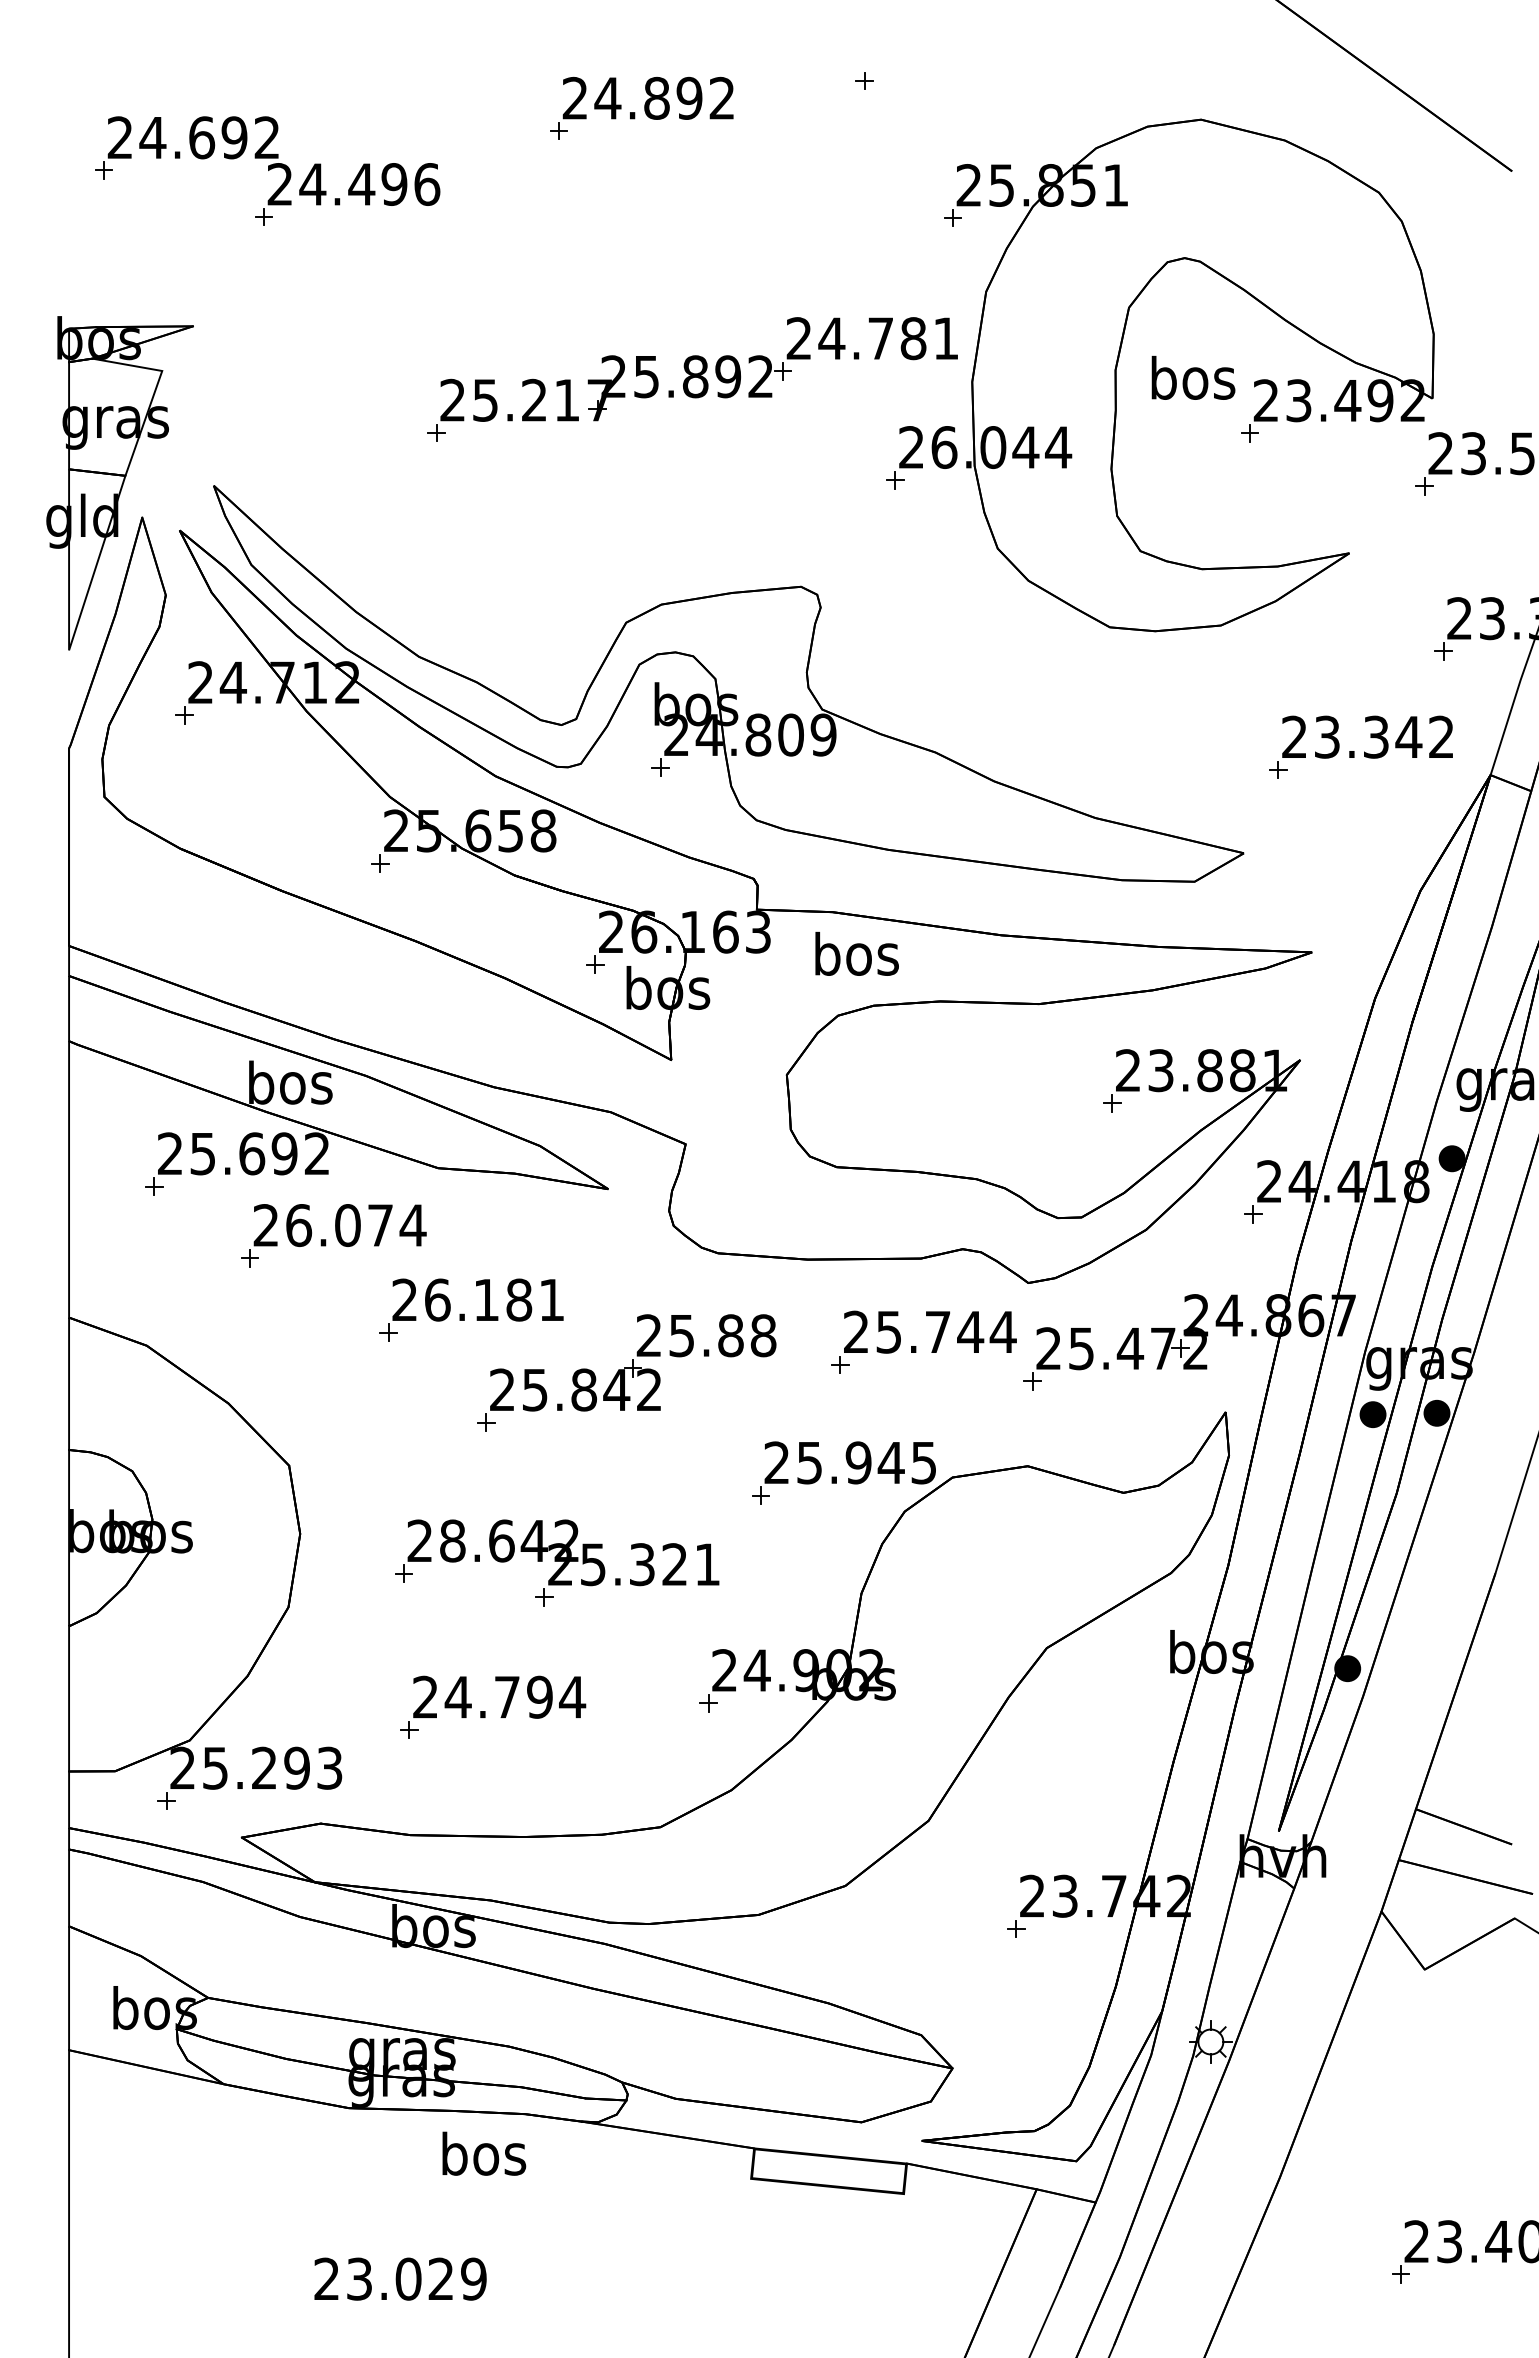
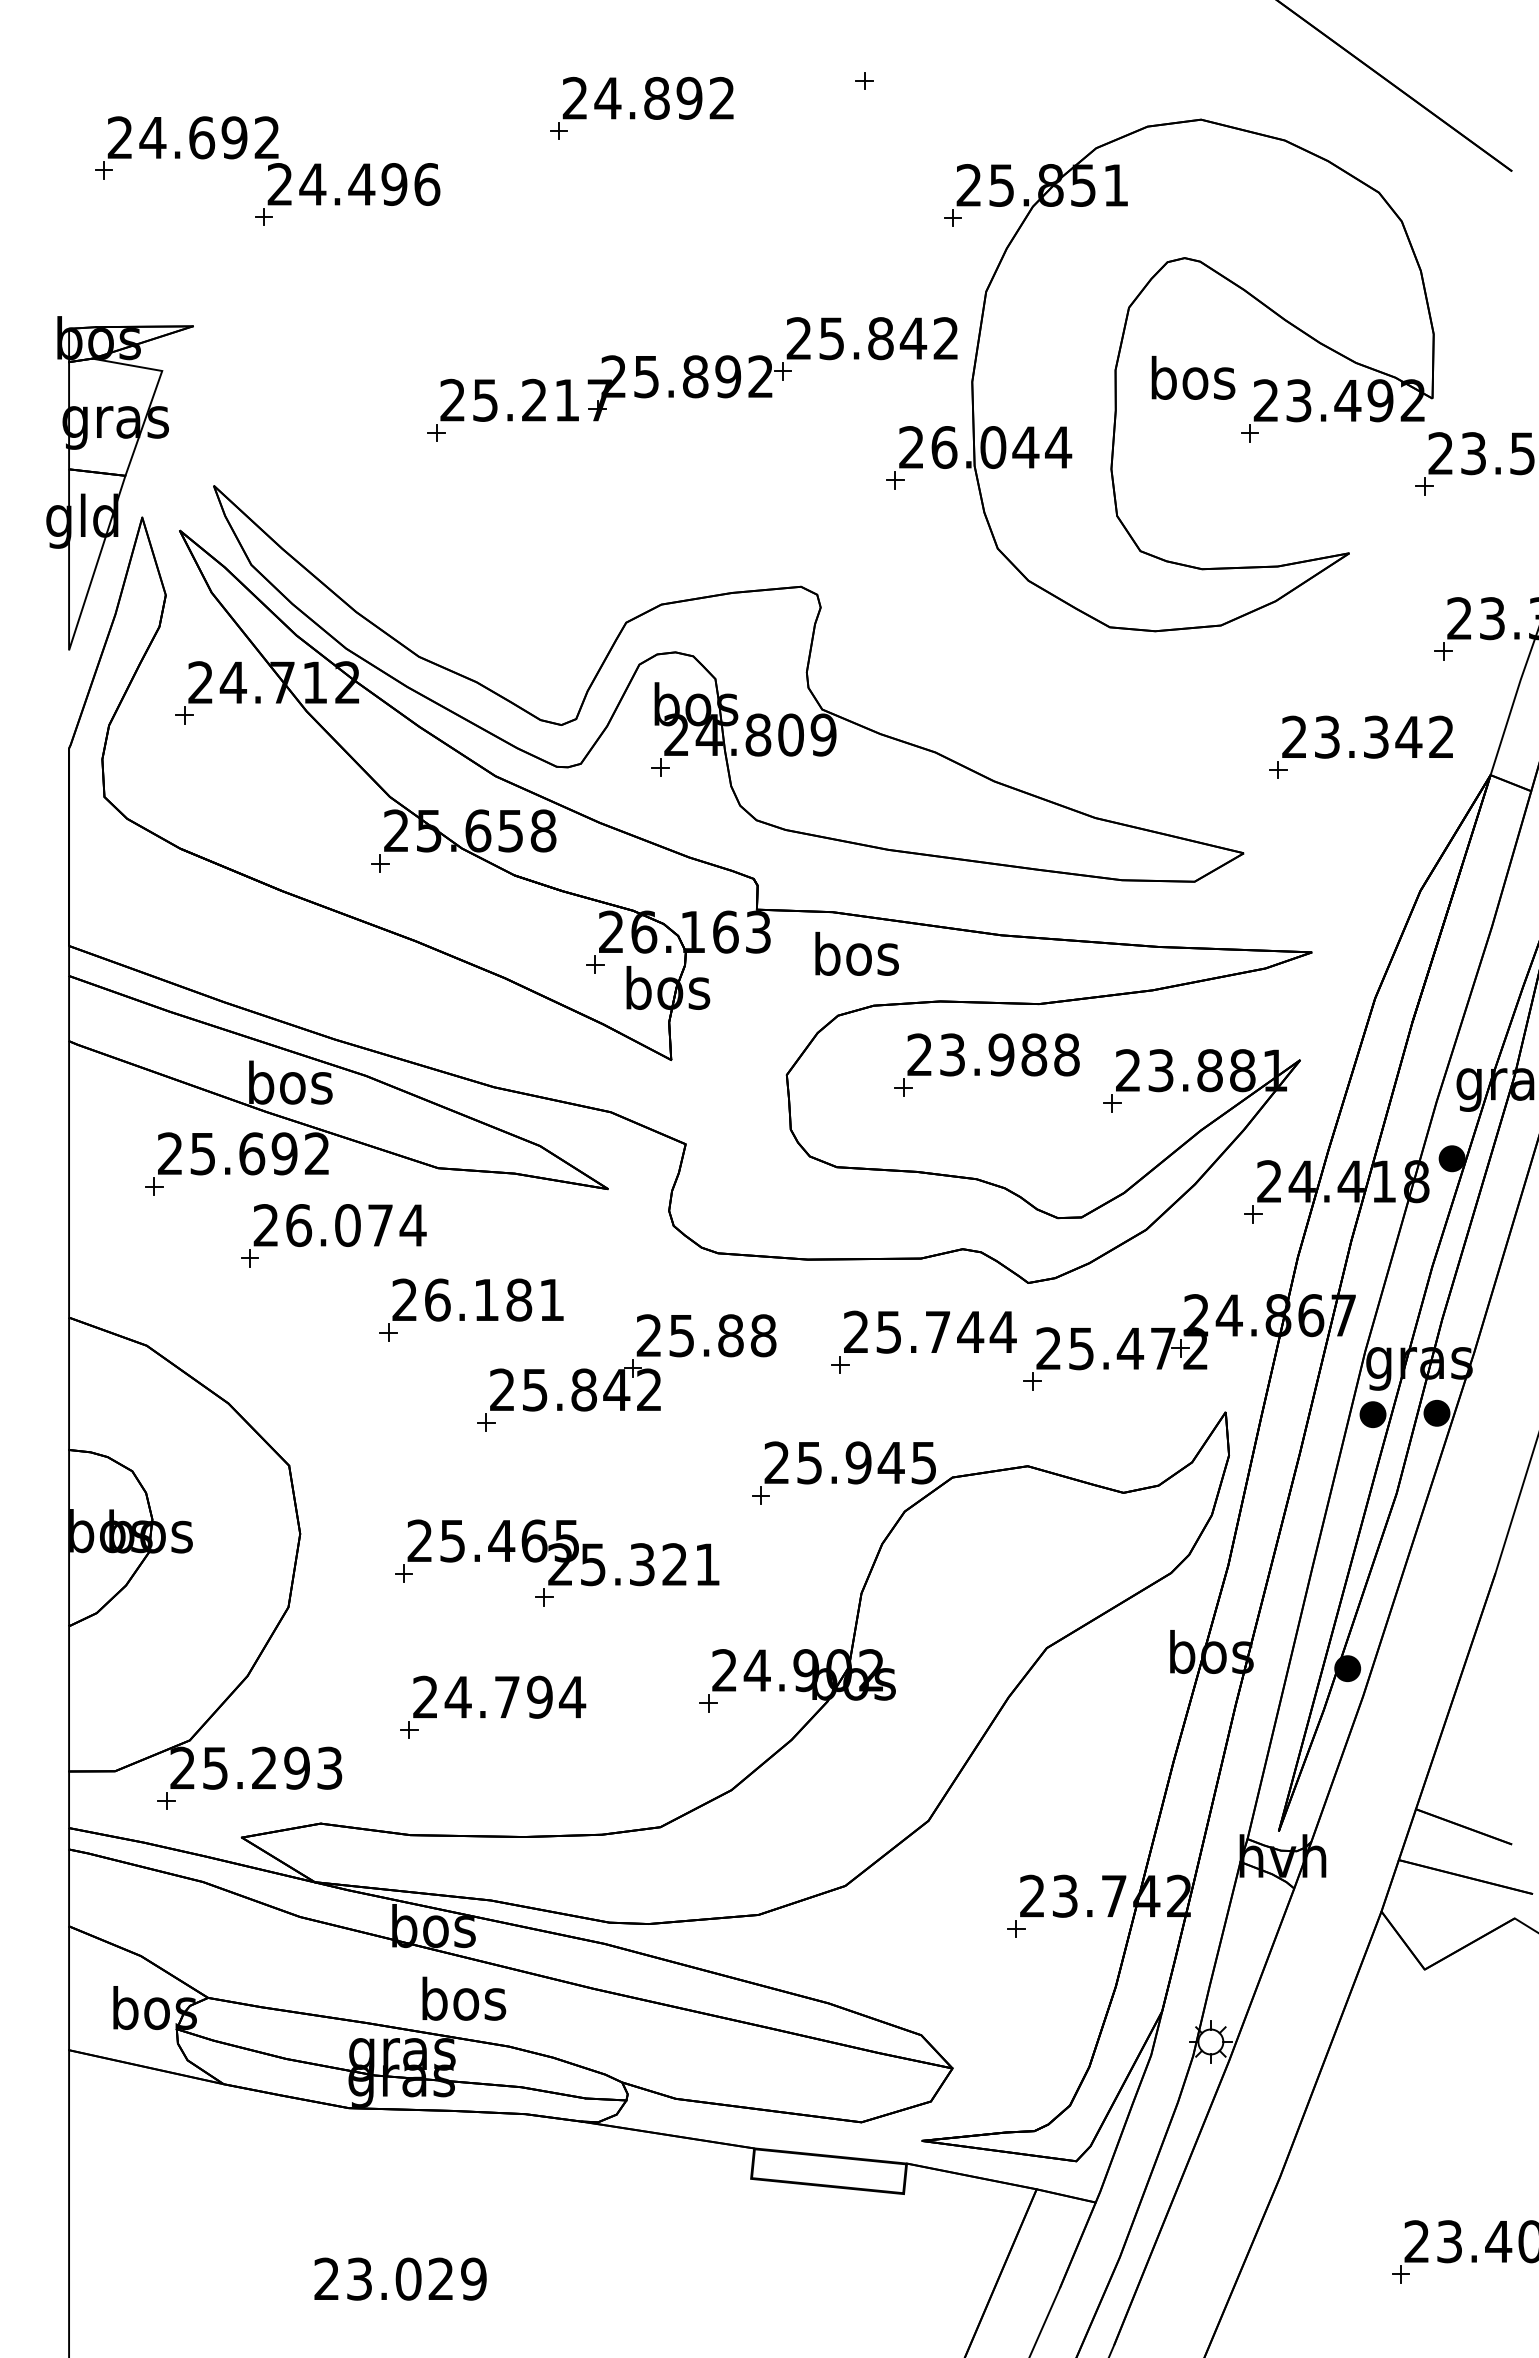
text at (887, 338): 24.781 -> 25.842
part at (991, 1070): none -> present
text at (509, 1540): 28.642 -> 25.465
text at (484, 2153) position: (484, 2153) -> (464, 1998)
